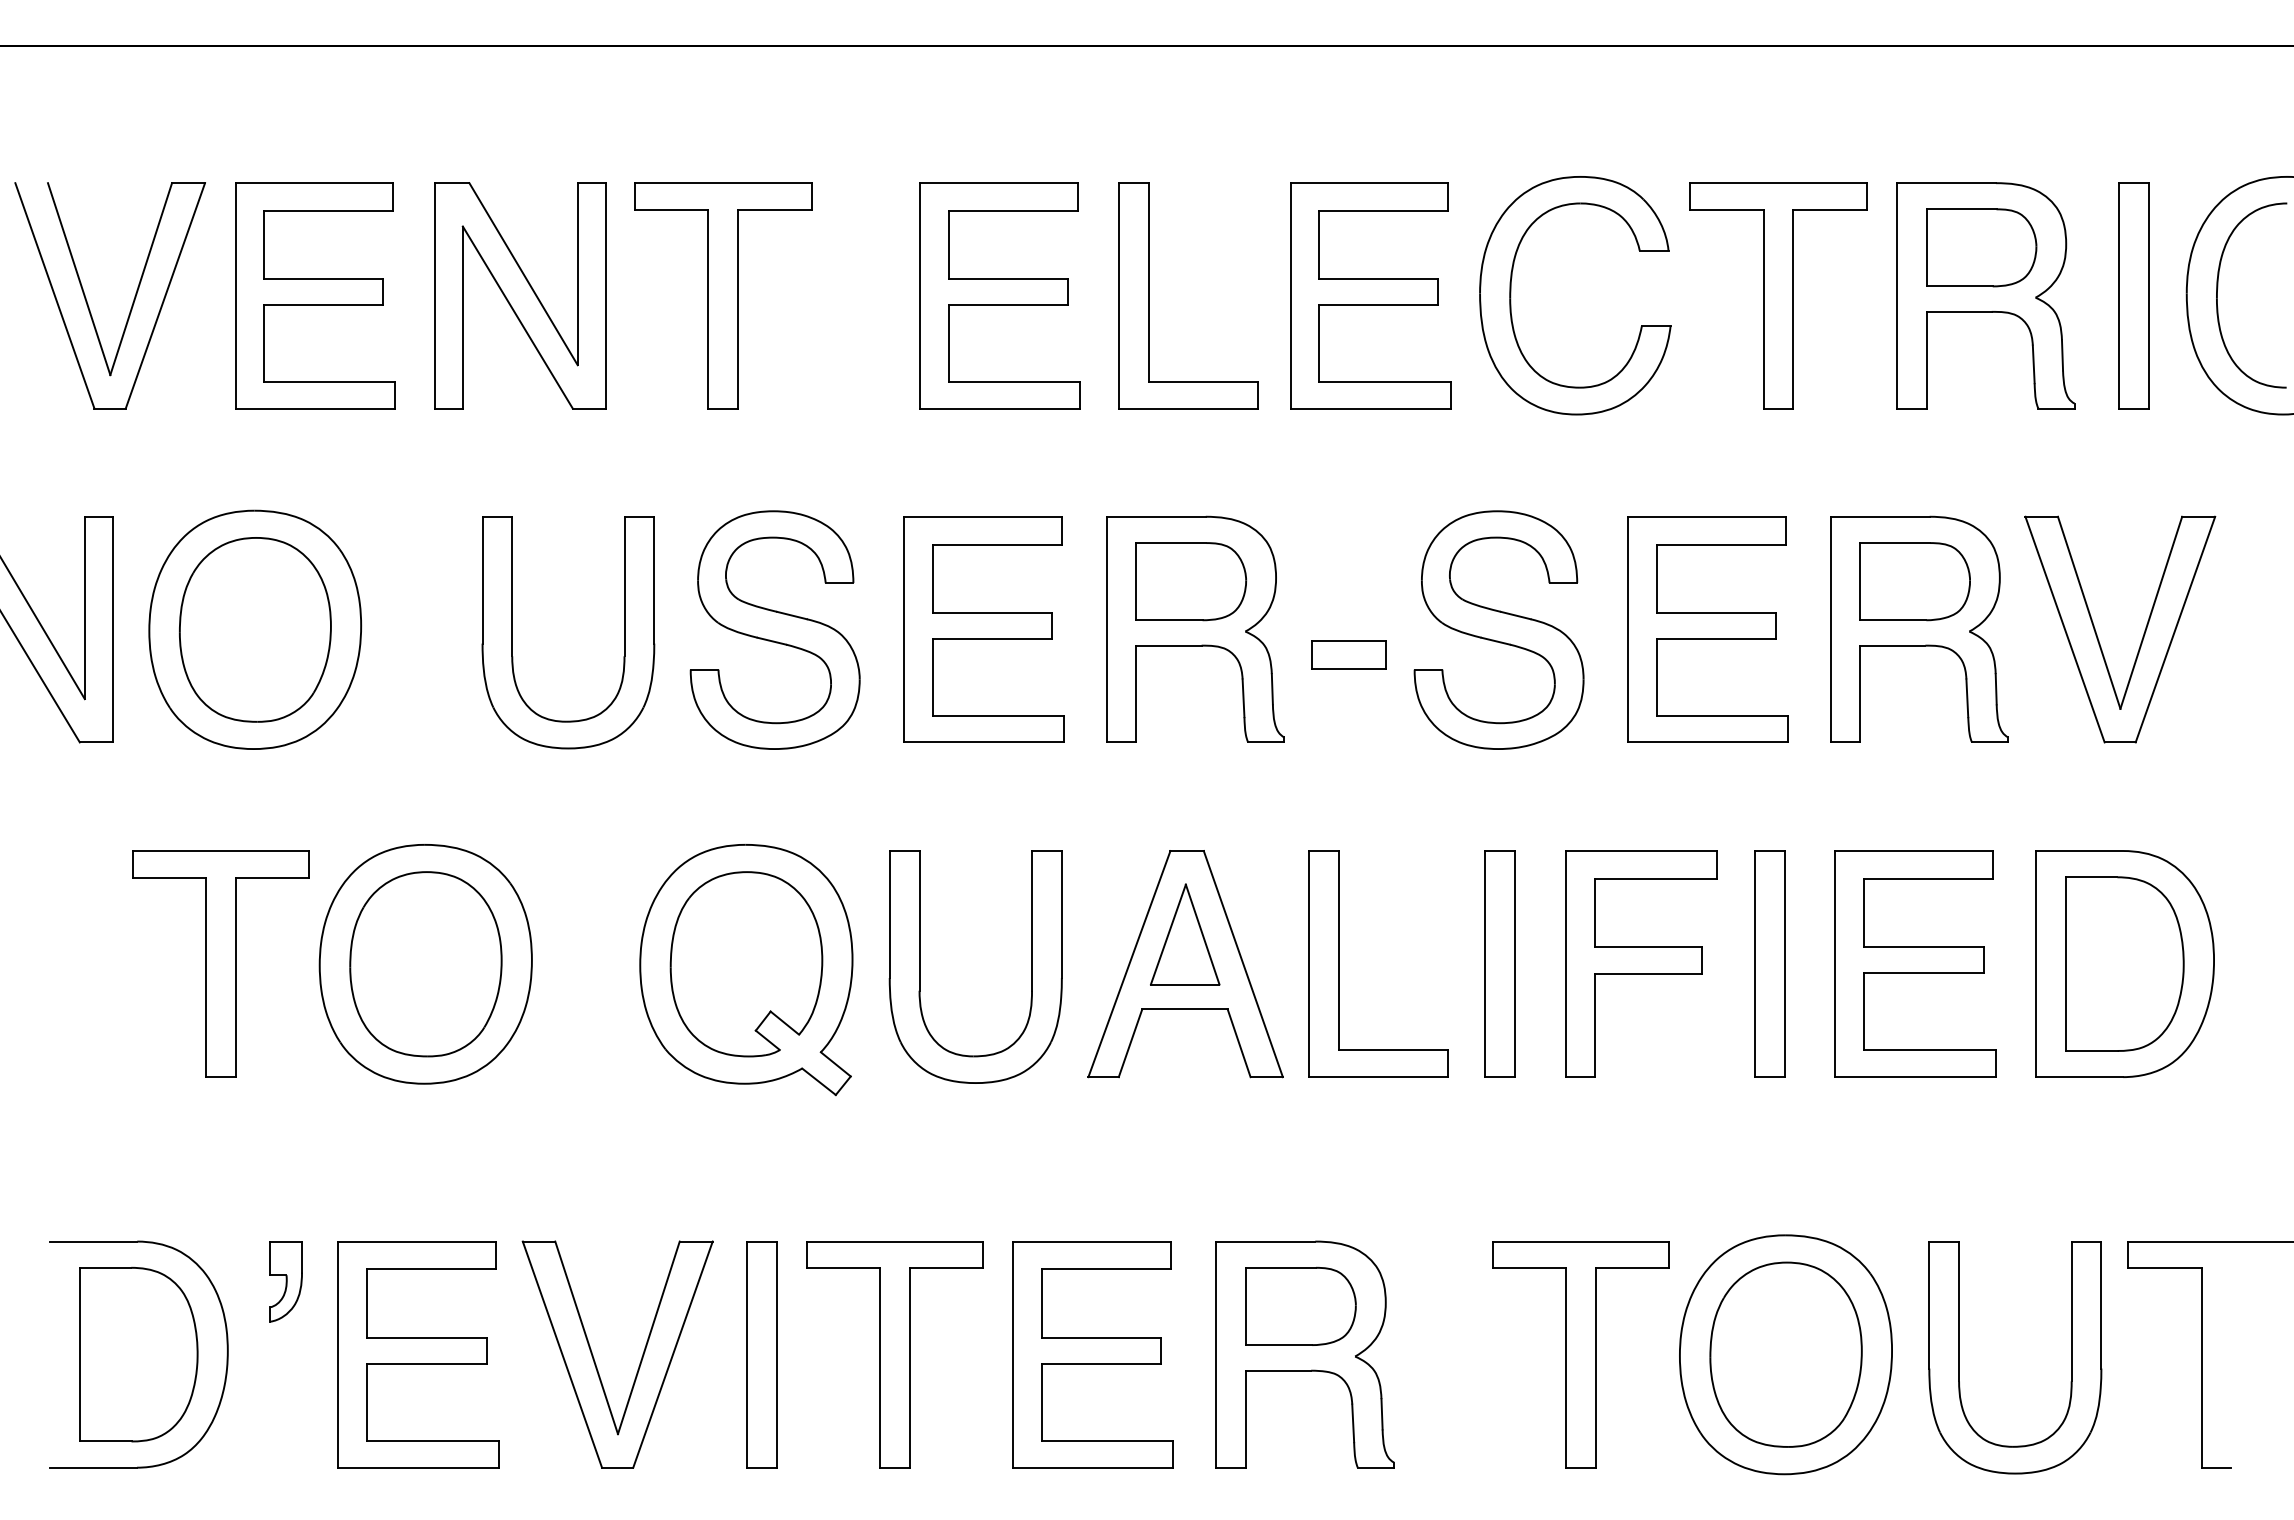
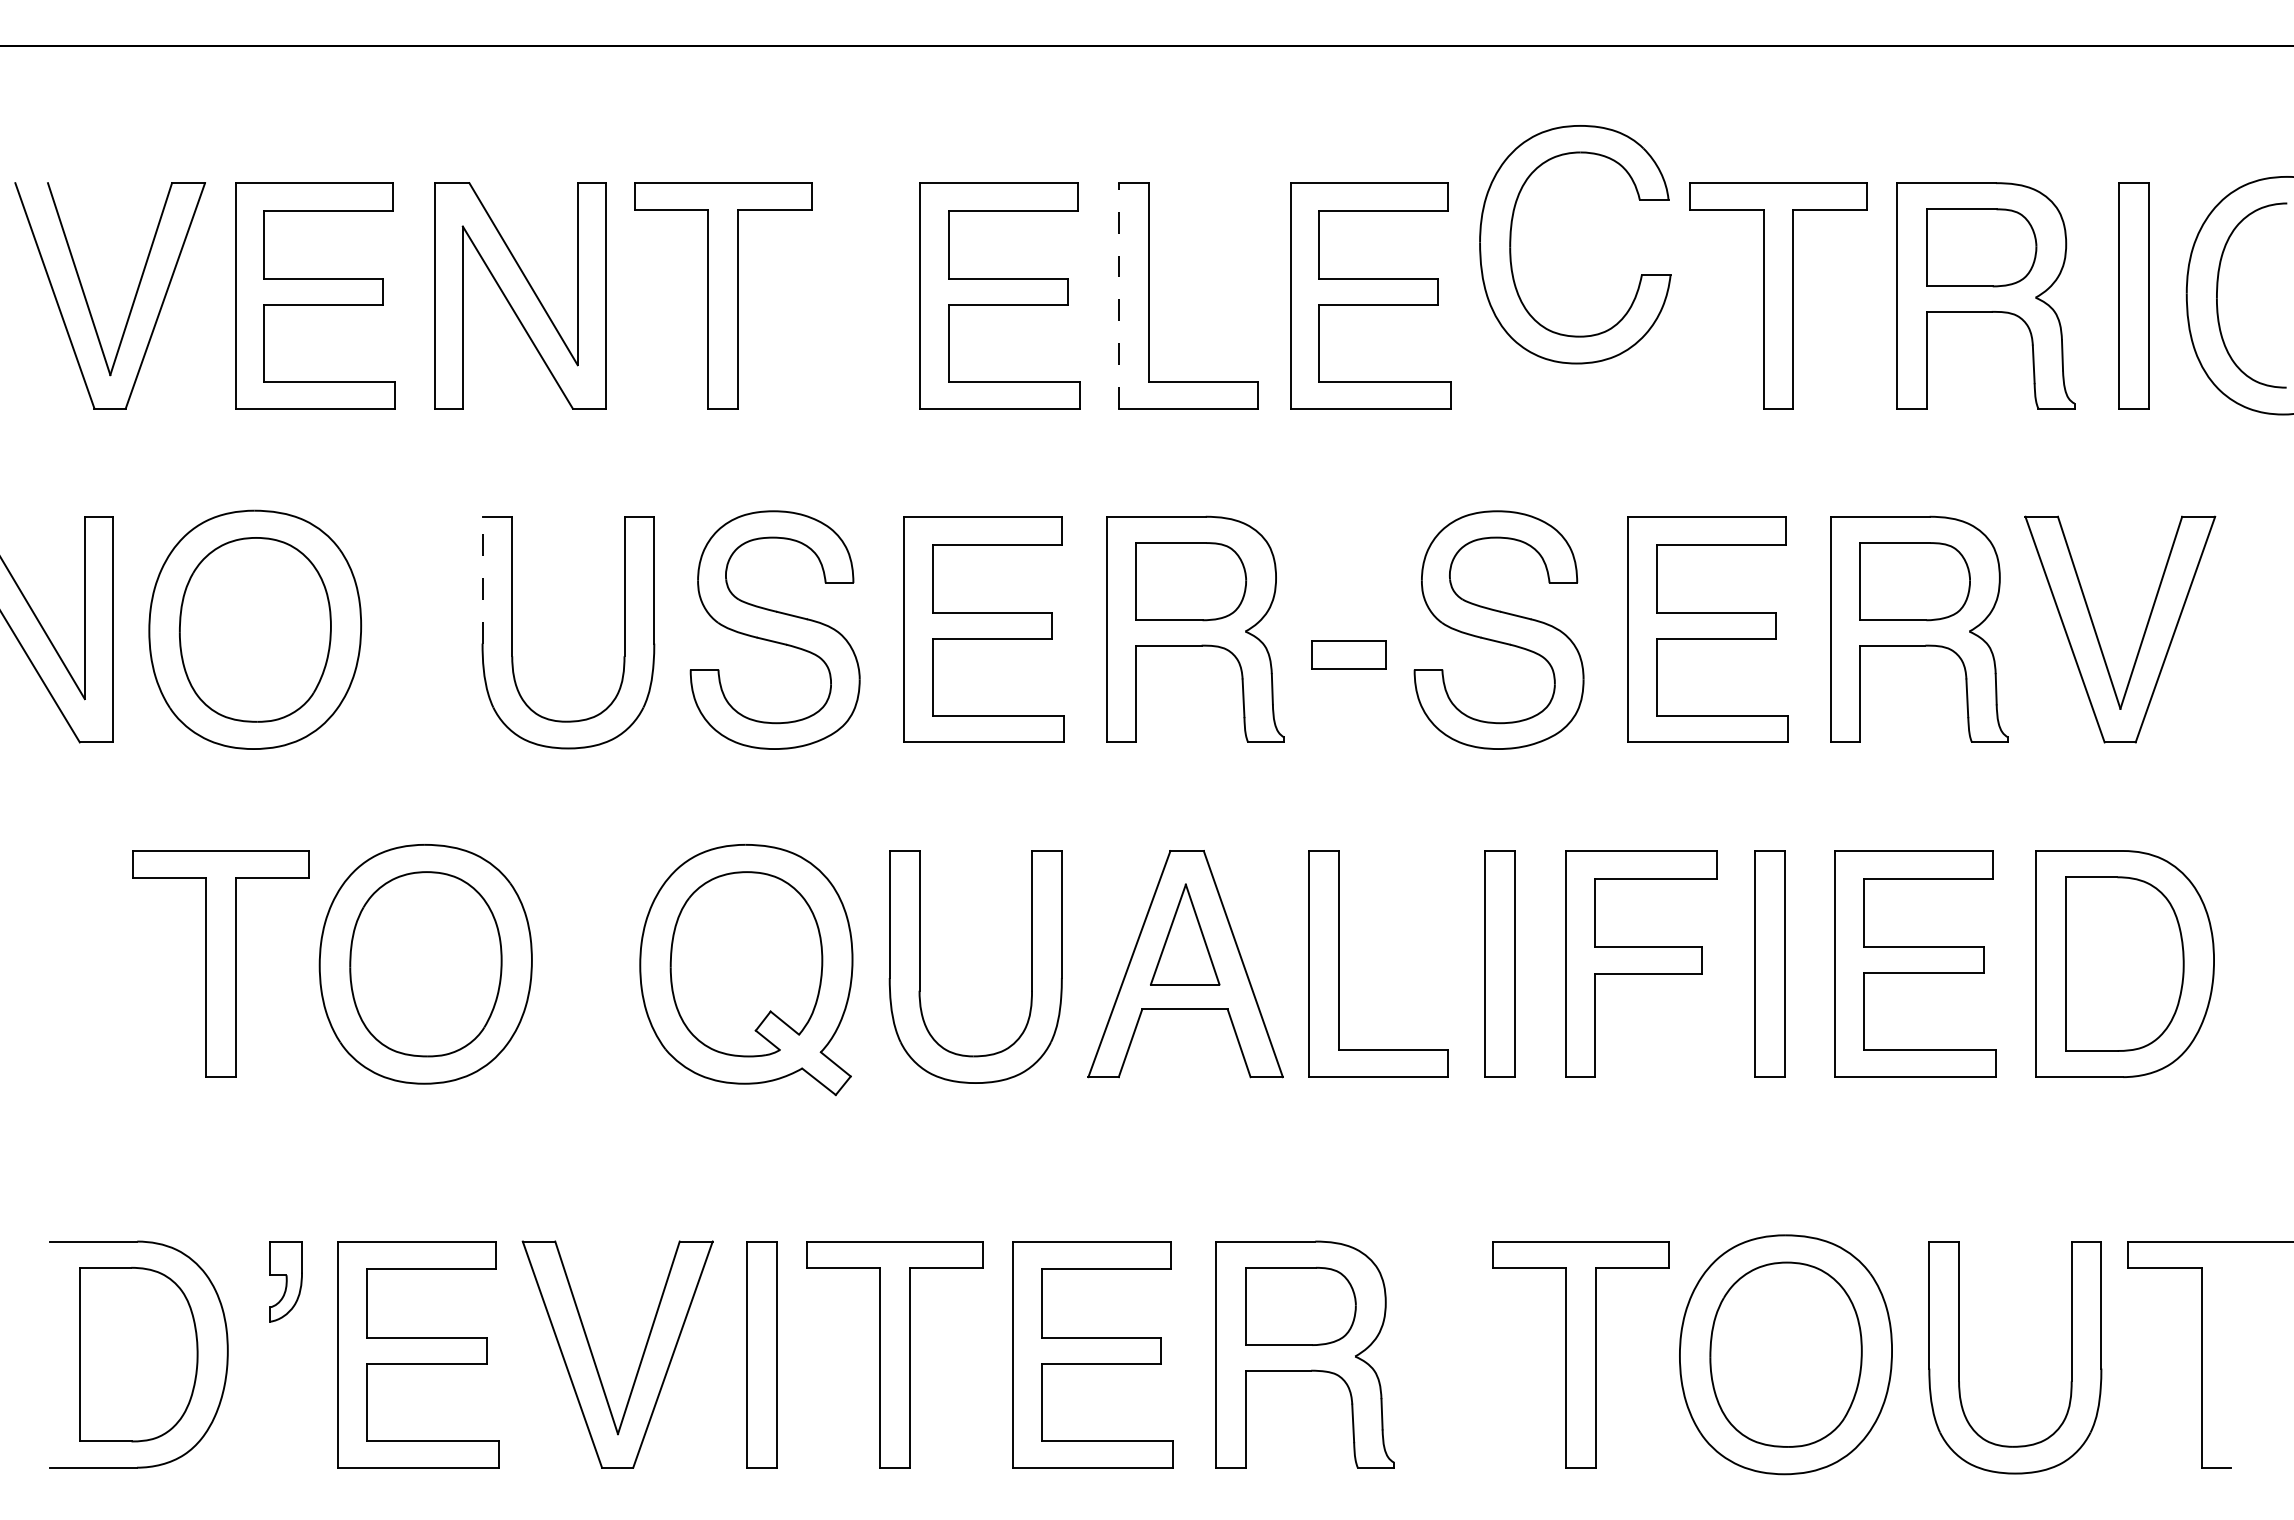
line at (1119, 295): solid -> dashed
part at (1511, 295) position: (1511, 295) -> (1511, 244)
line at (482, 579): solid -> dashed
